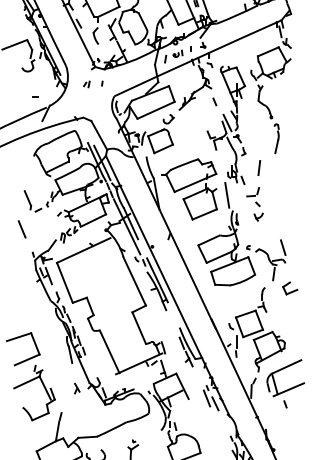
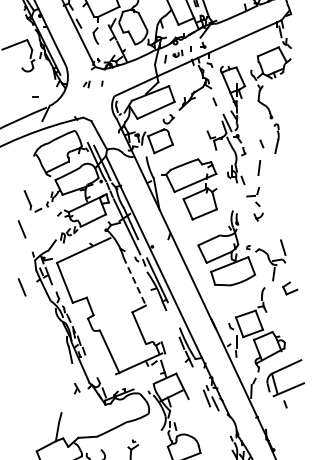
line at (261, 143): none -> present
line at (227, 194): present -> none
line at (134, 281): solid -> dashed
line at (21, 287): none -> present
part at (30, 376): present -> none
